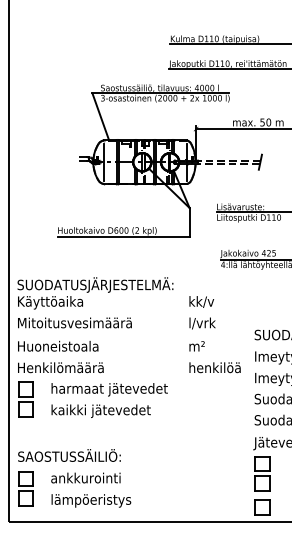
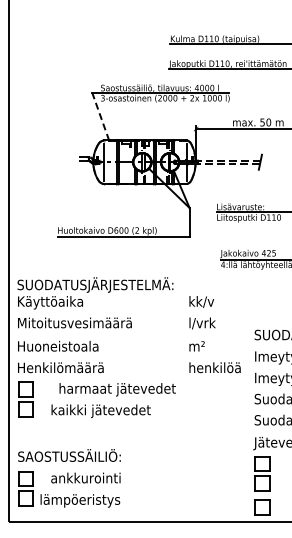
line at (100, 116): solid -> dashed
text at (109, 389) position: (109, 389) -> (117, 389)
text at (91, 500) position: (91, 500) -> (80, 500)
